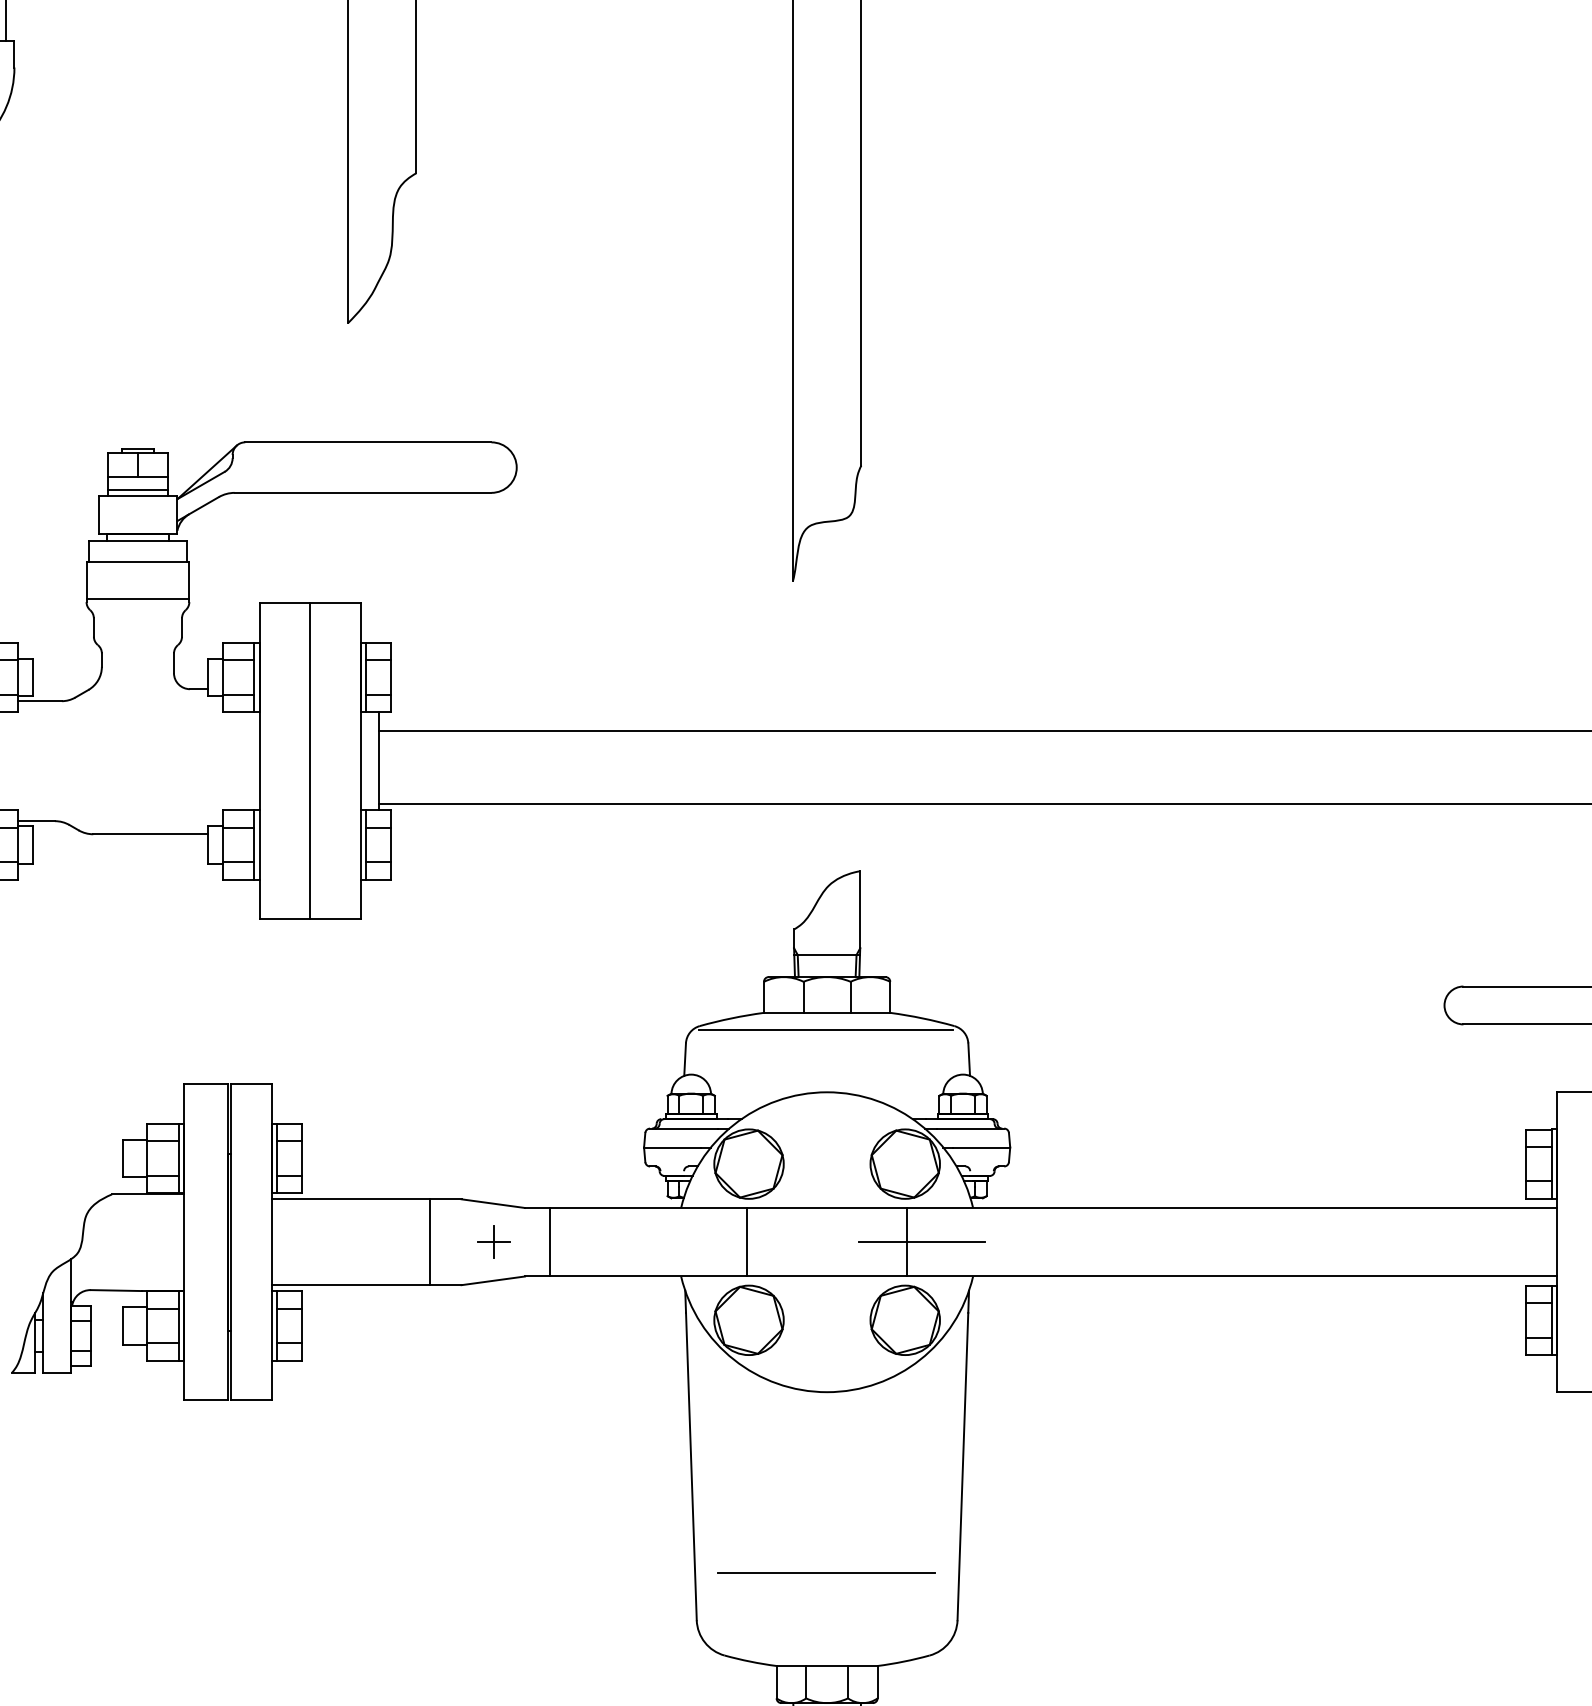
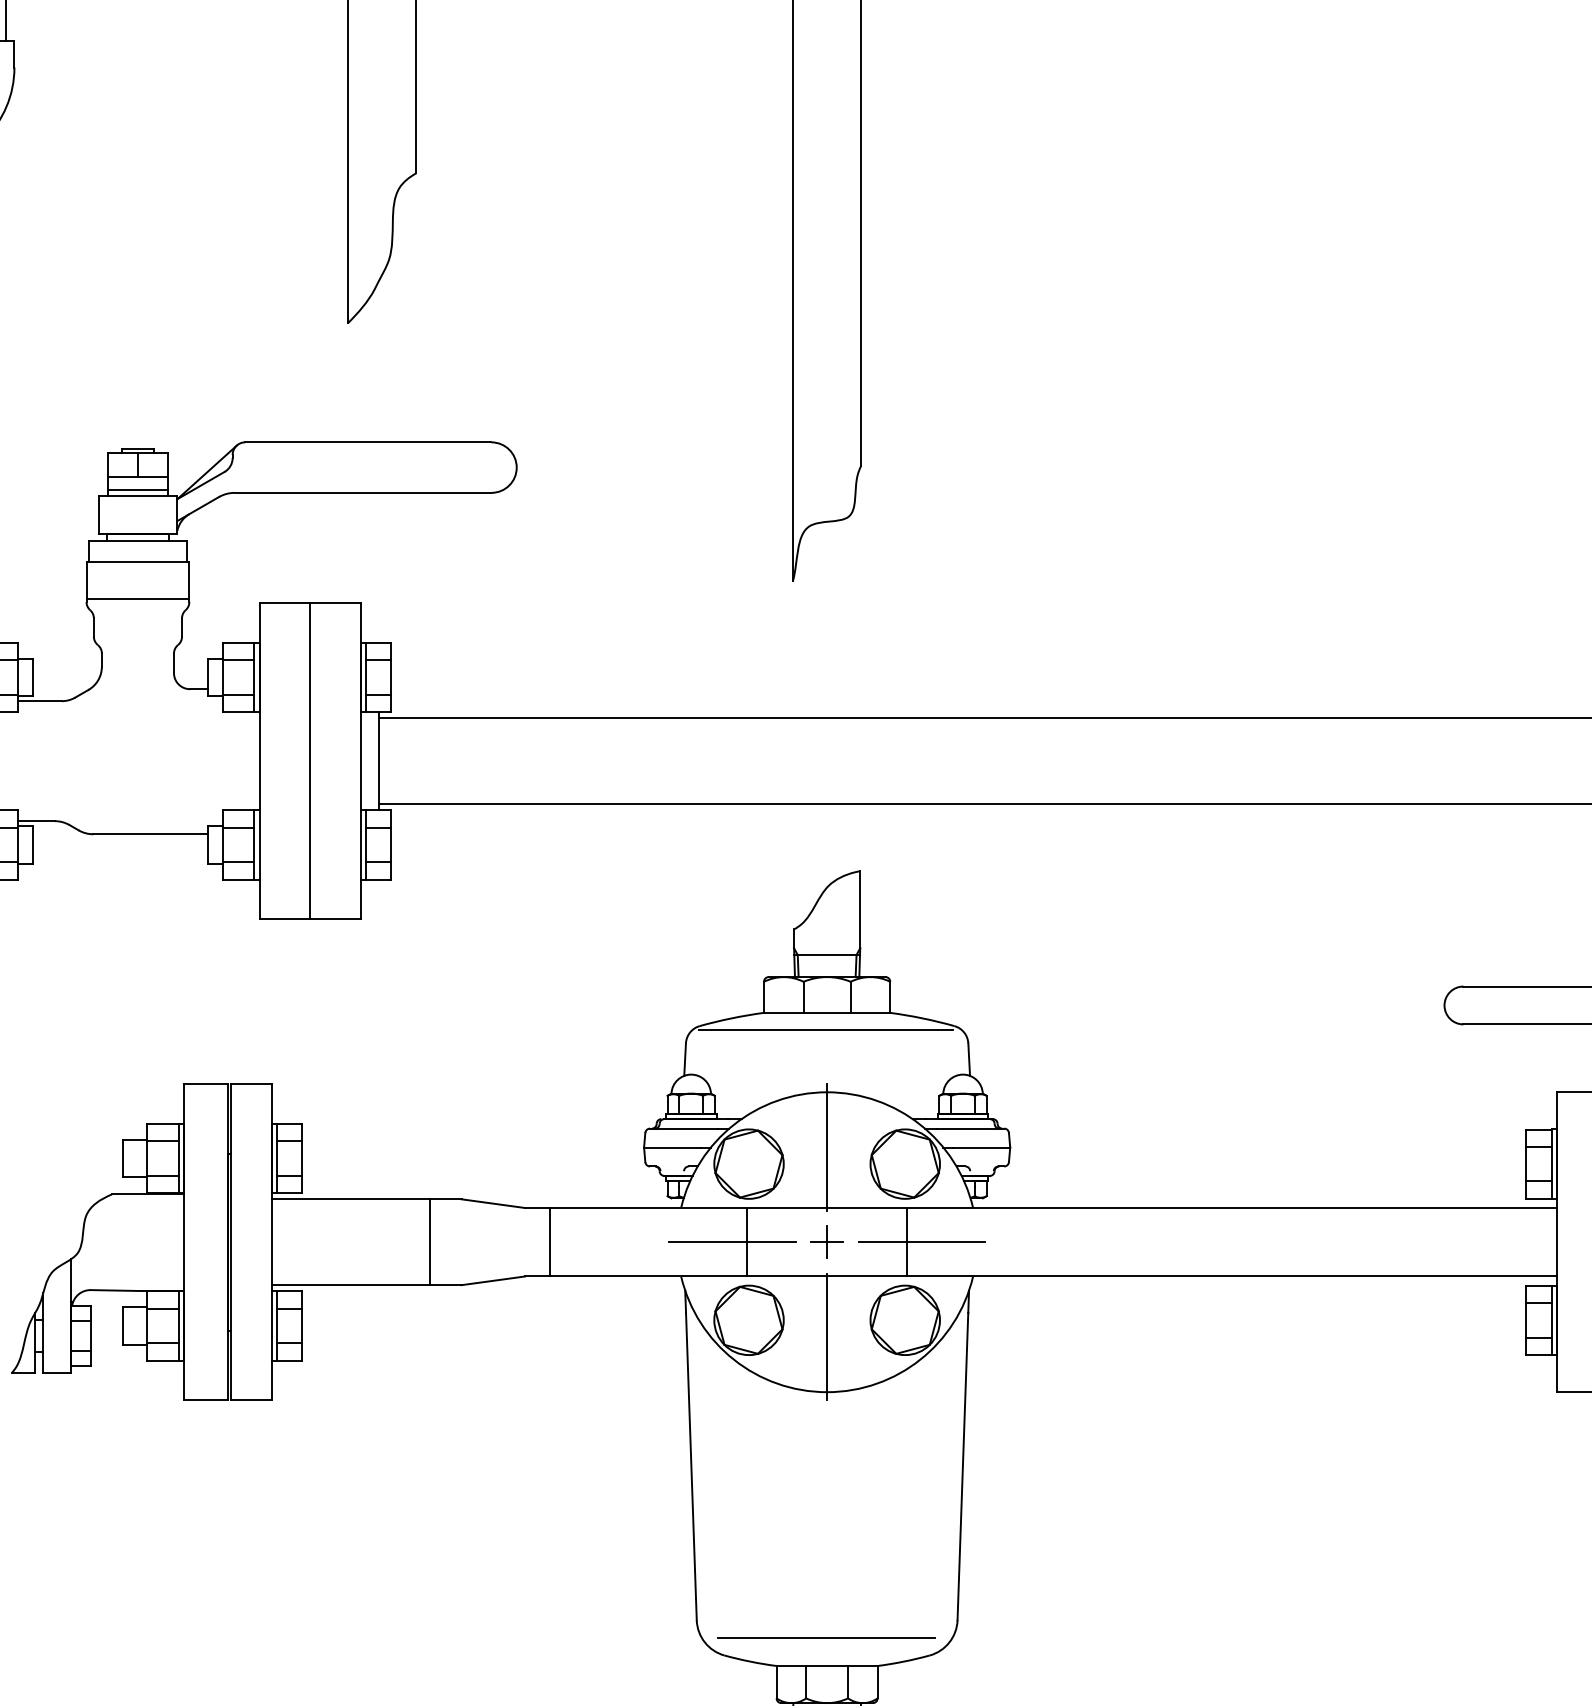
line at (983, 731) position: (983, 731) -> (983, 718)
line at (827, 1147): none -> present
part at (493, 1241) position: (493, 1241) -> (826, 1241)
line at (731, 1242): none -> present
line at (827, 1336): none -> present
line at (826, 1572) position: (826, 1572) -> (826, 1637)
